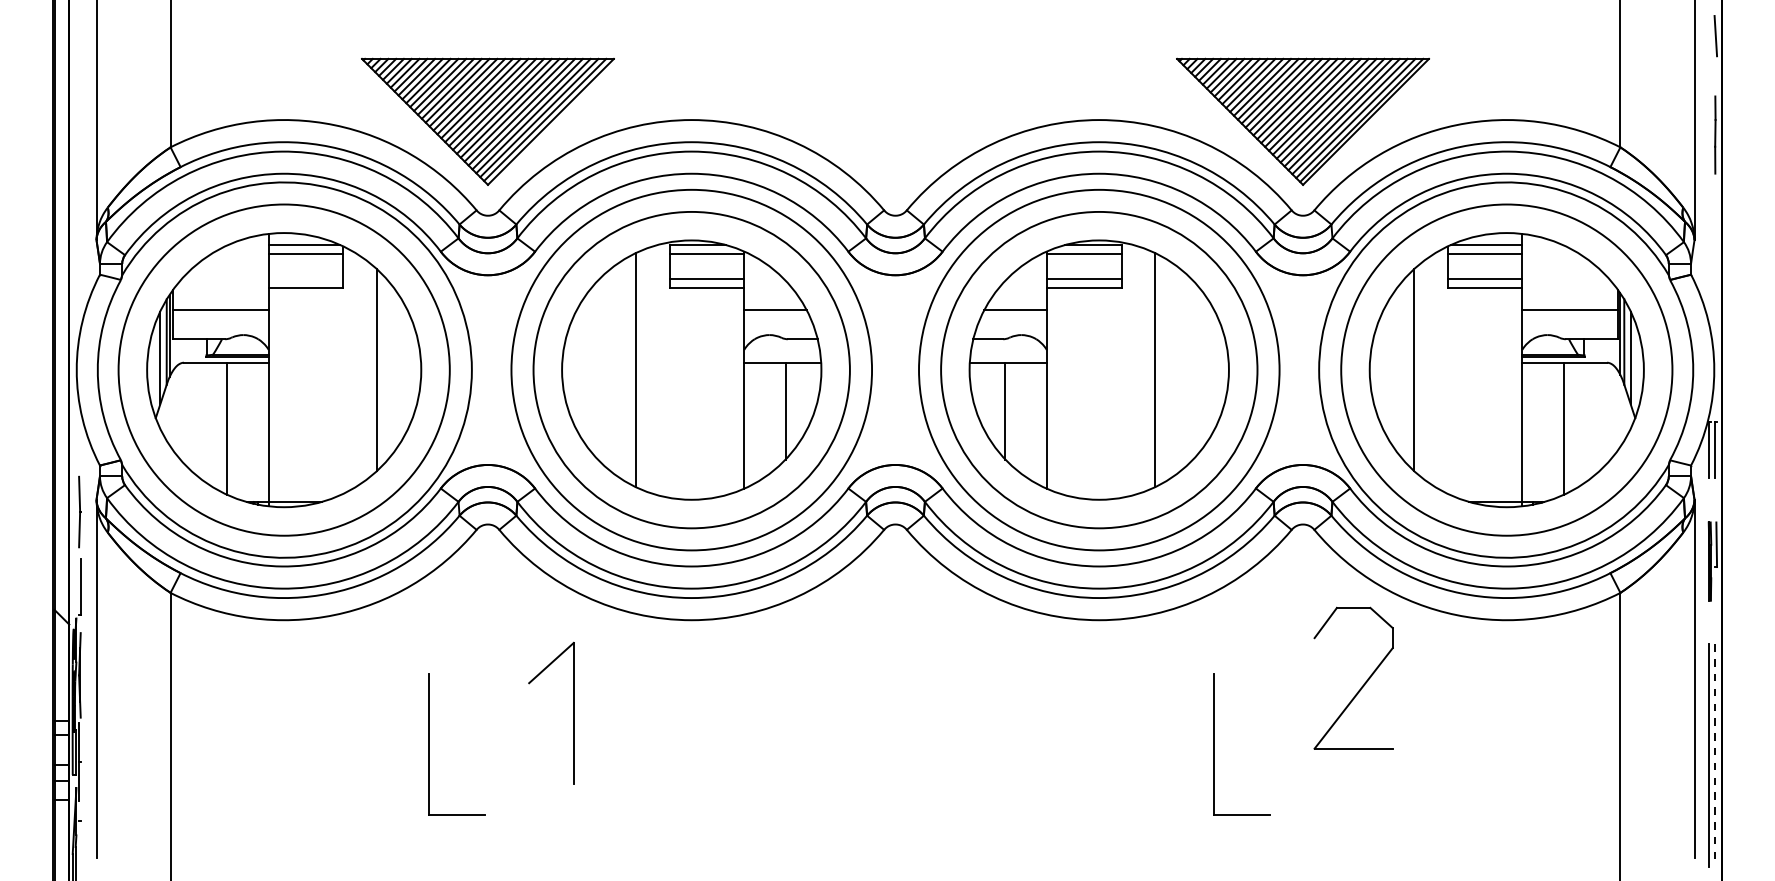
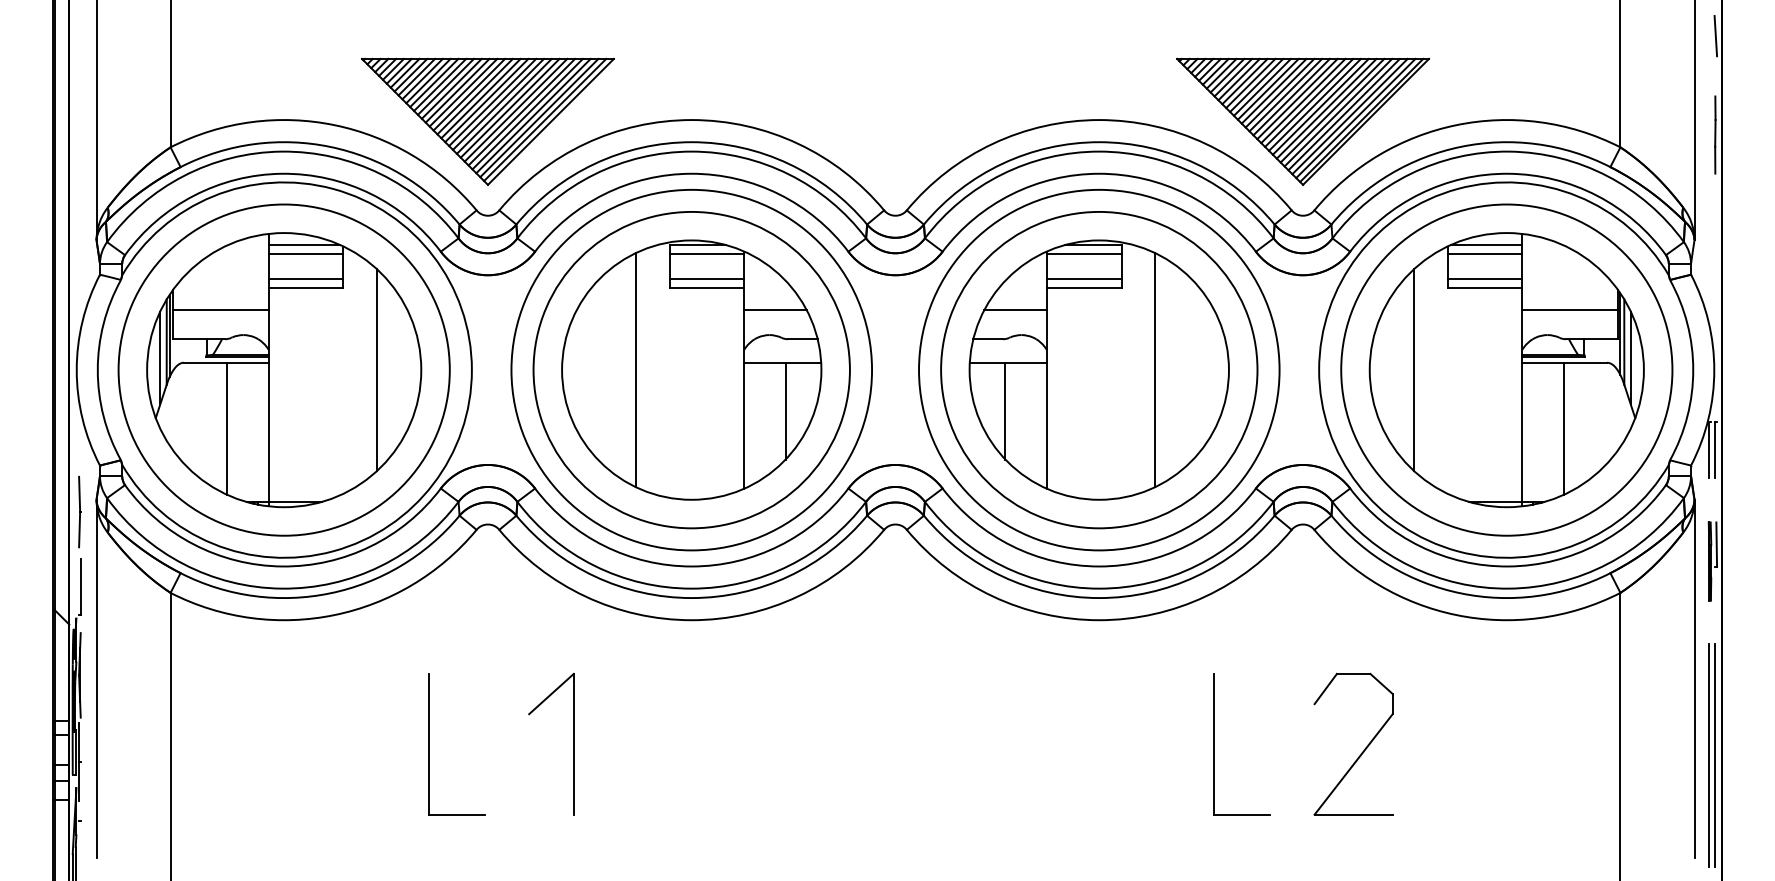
line at (305, 279): none -> present
part at (1362, 685) position: (1362, 685) -> (1362, 751)
part at (573, 712) position: (573, 712) -> (573, 743)
line at (1714, 755): dashed -> solid
